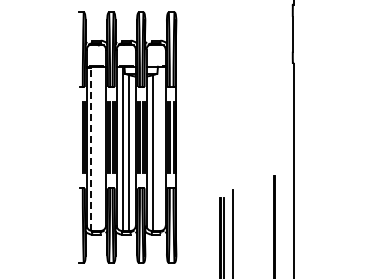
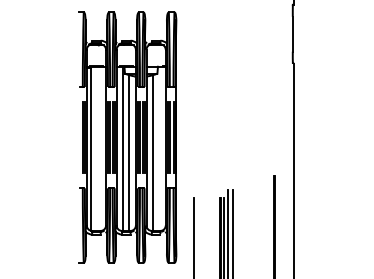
line at (91, 148): dashed -> solid
line at (228, 232): none -> present
line at (193, 236): none -> present
